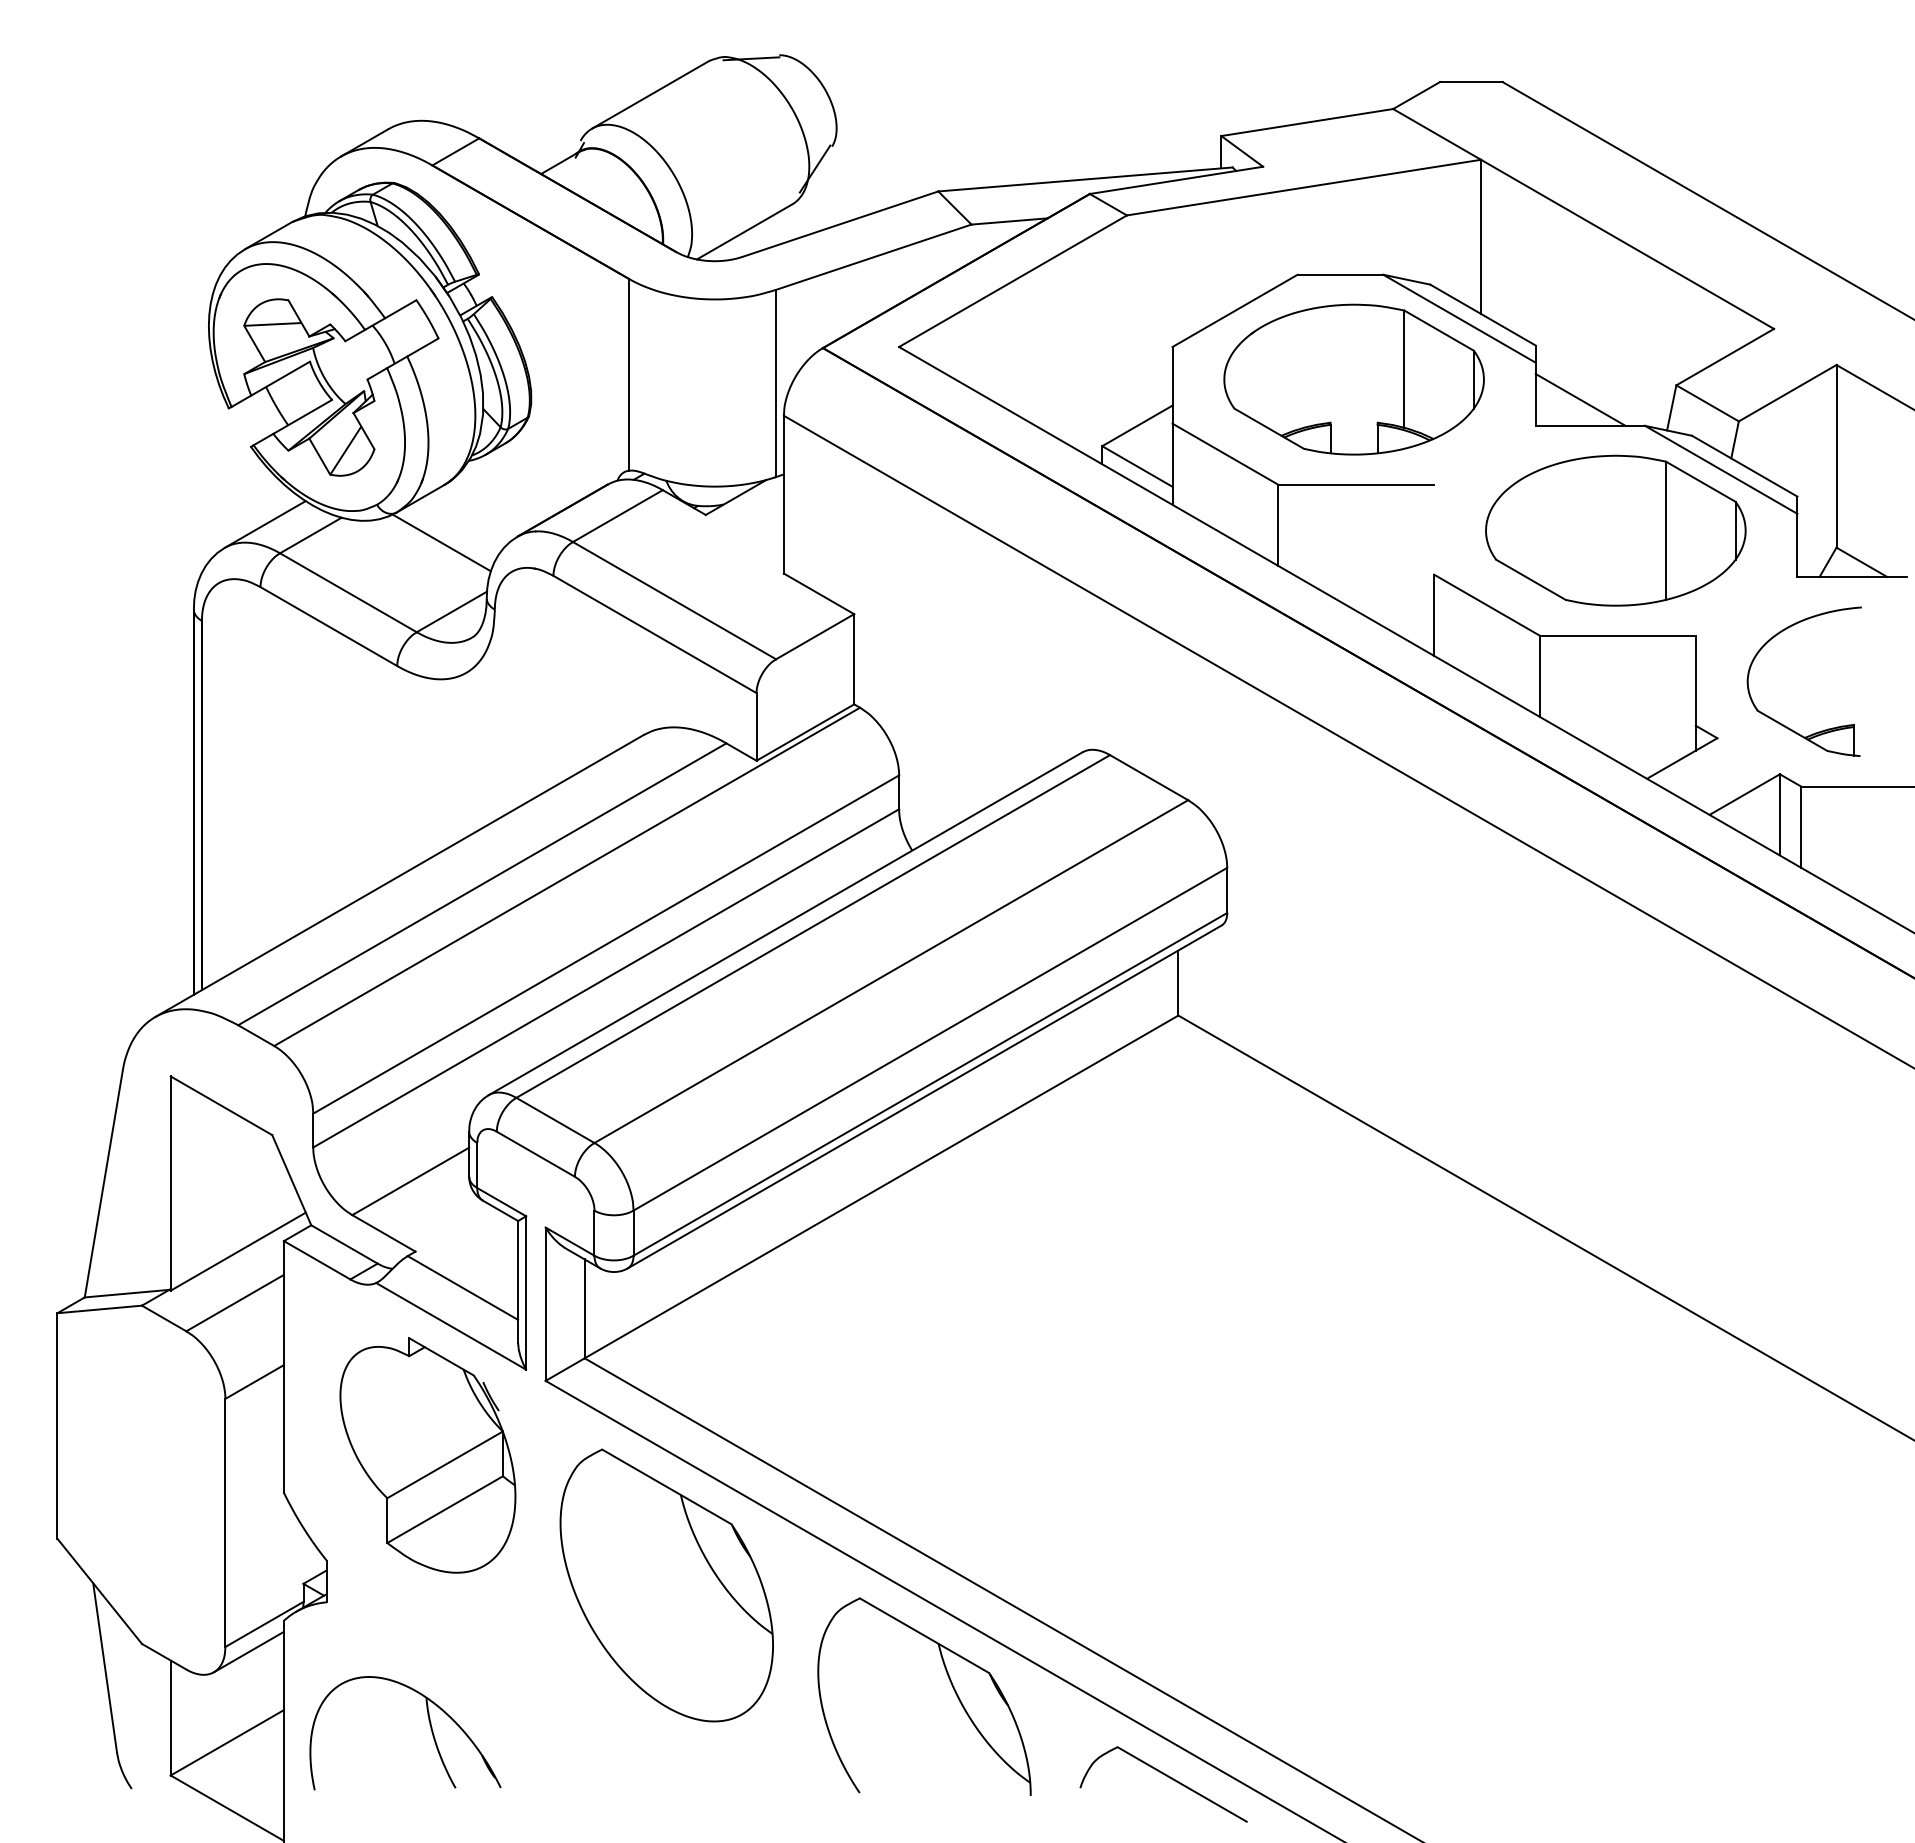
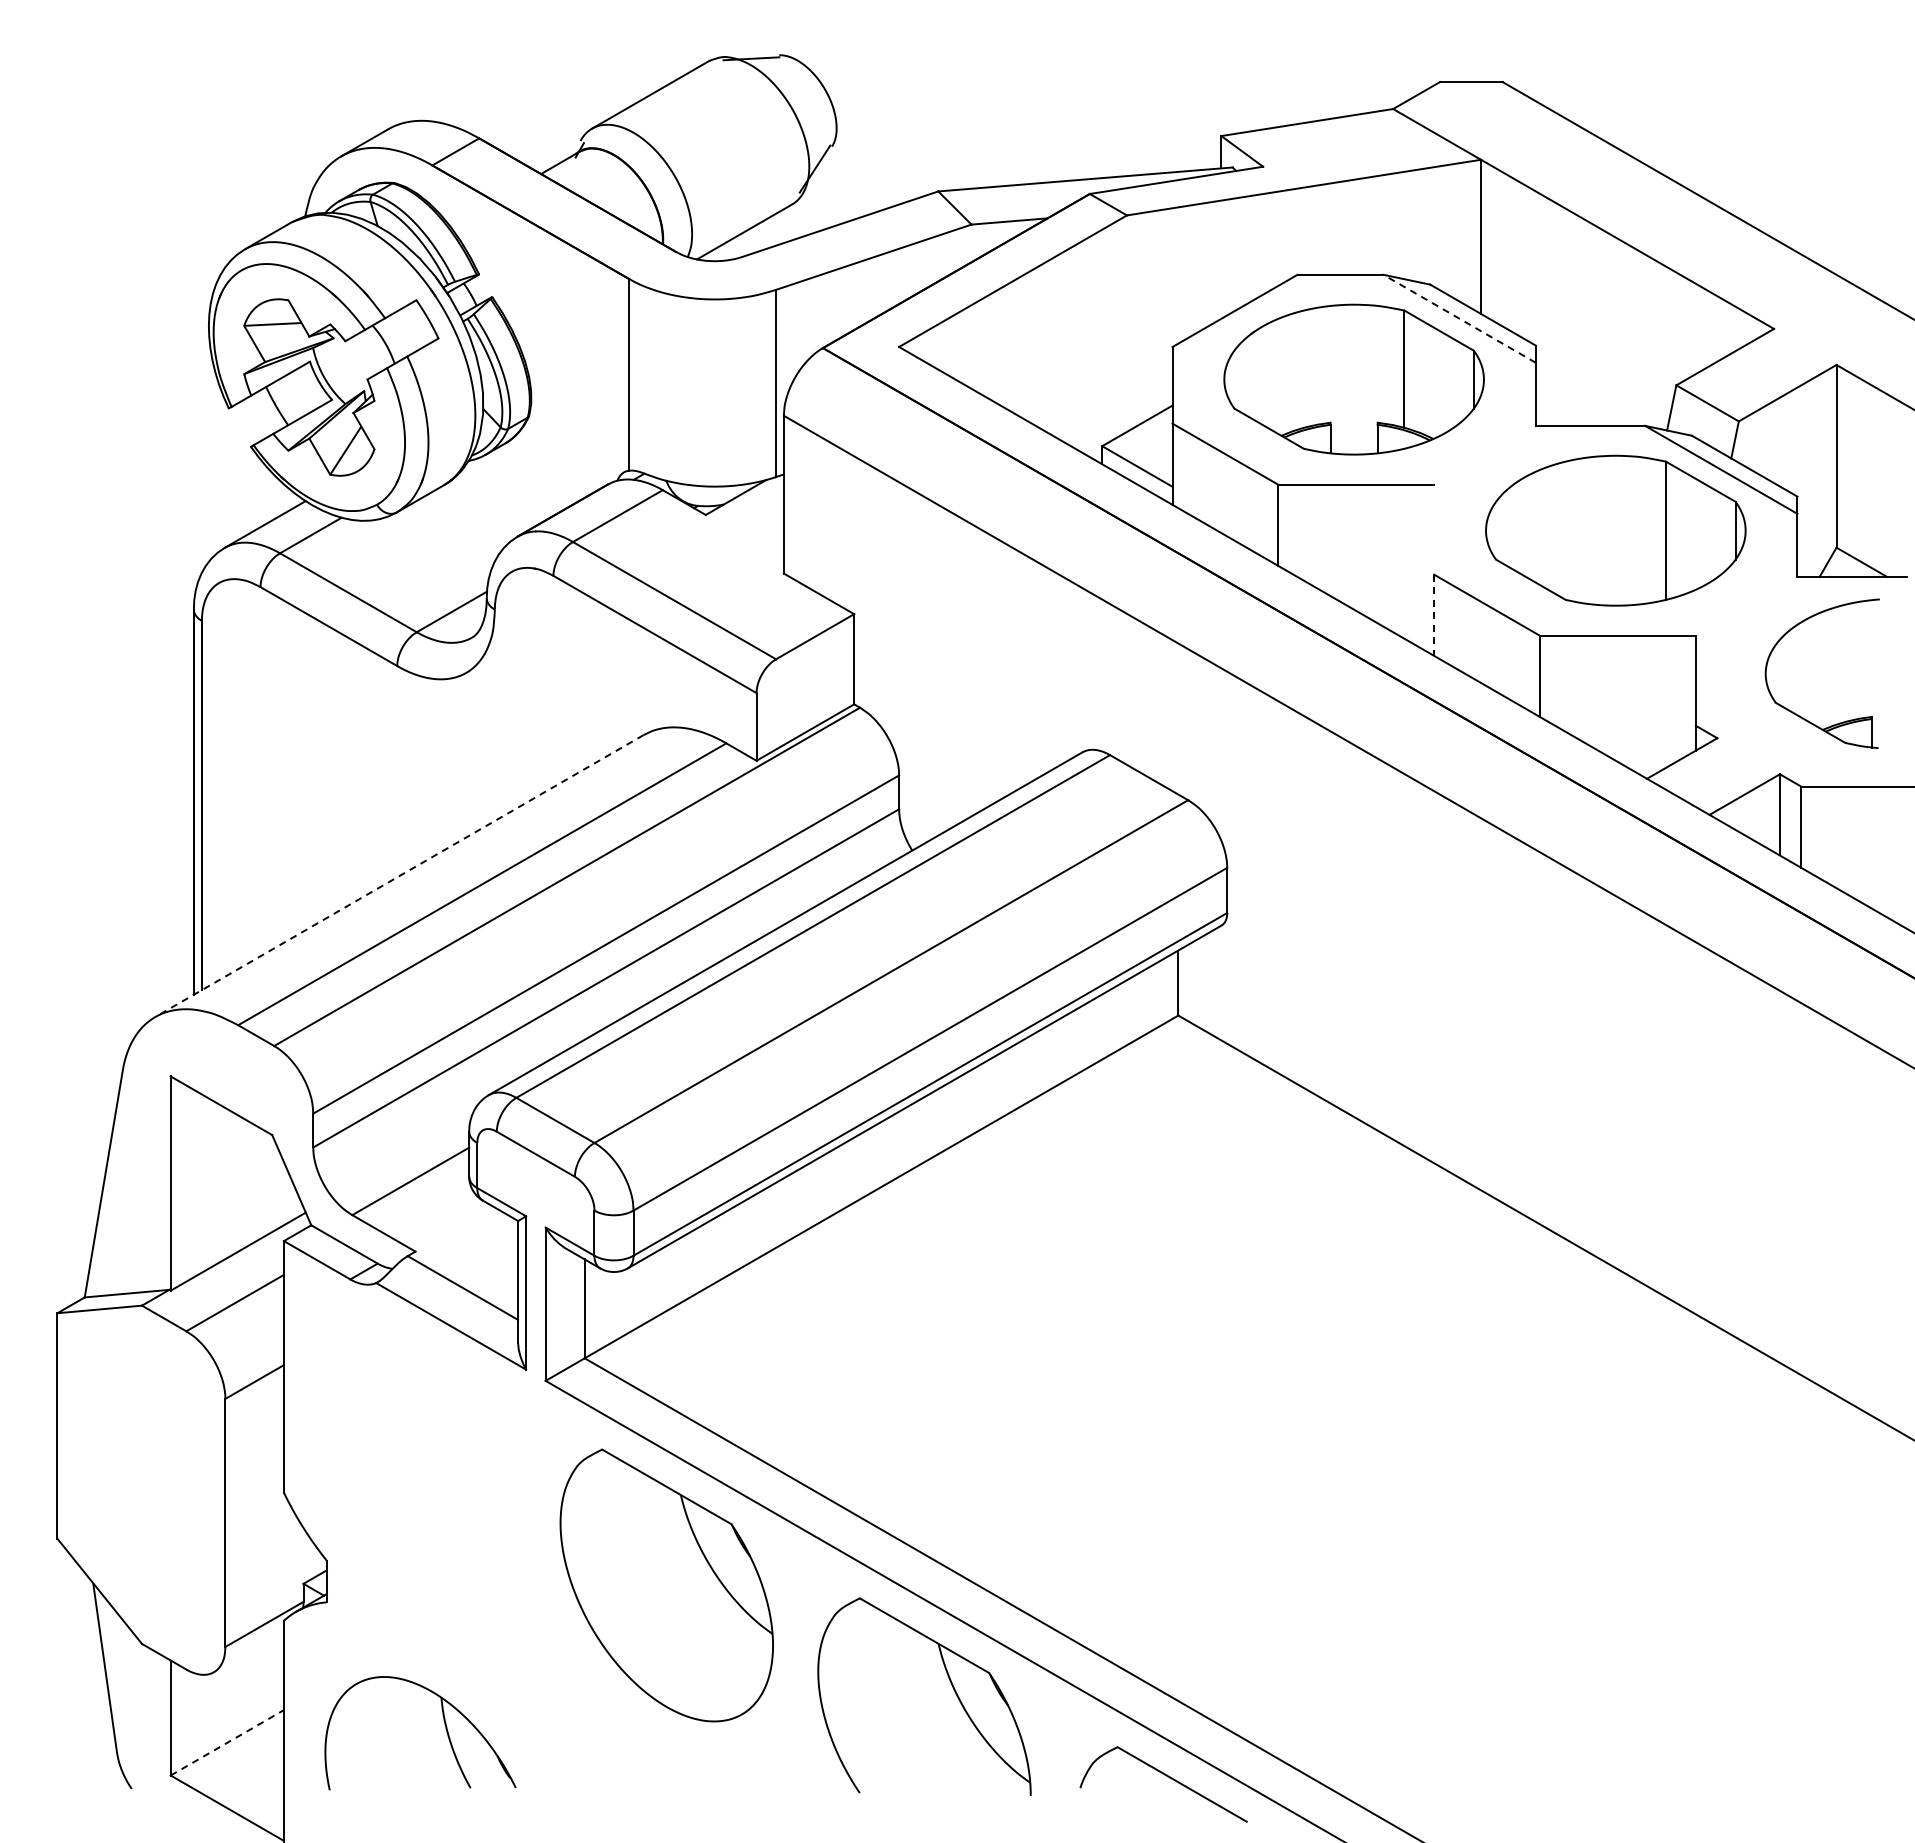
line at (1459, 318): solid -> dashed
line at (1580, 399): present -> none
line at (441, 542): present -> none
line at (1434, 615): solid -> dashed
part at (1780, 722) position: (1780, 722) -> (1798, 714)
line at (399, 876): solid -> dashed
part at (427, 1455): present -> none
line at (248, 1651): present -> none
part at (430, 1729) position: (430, 1729) -> (445, 1729)
line at (227, 1742): solid -> dashed
